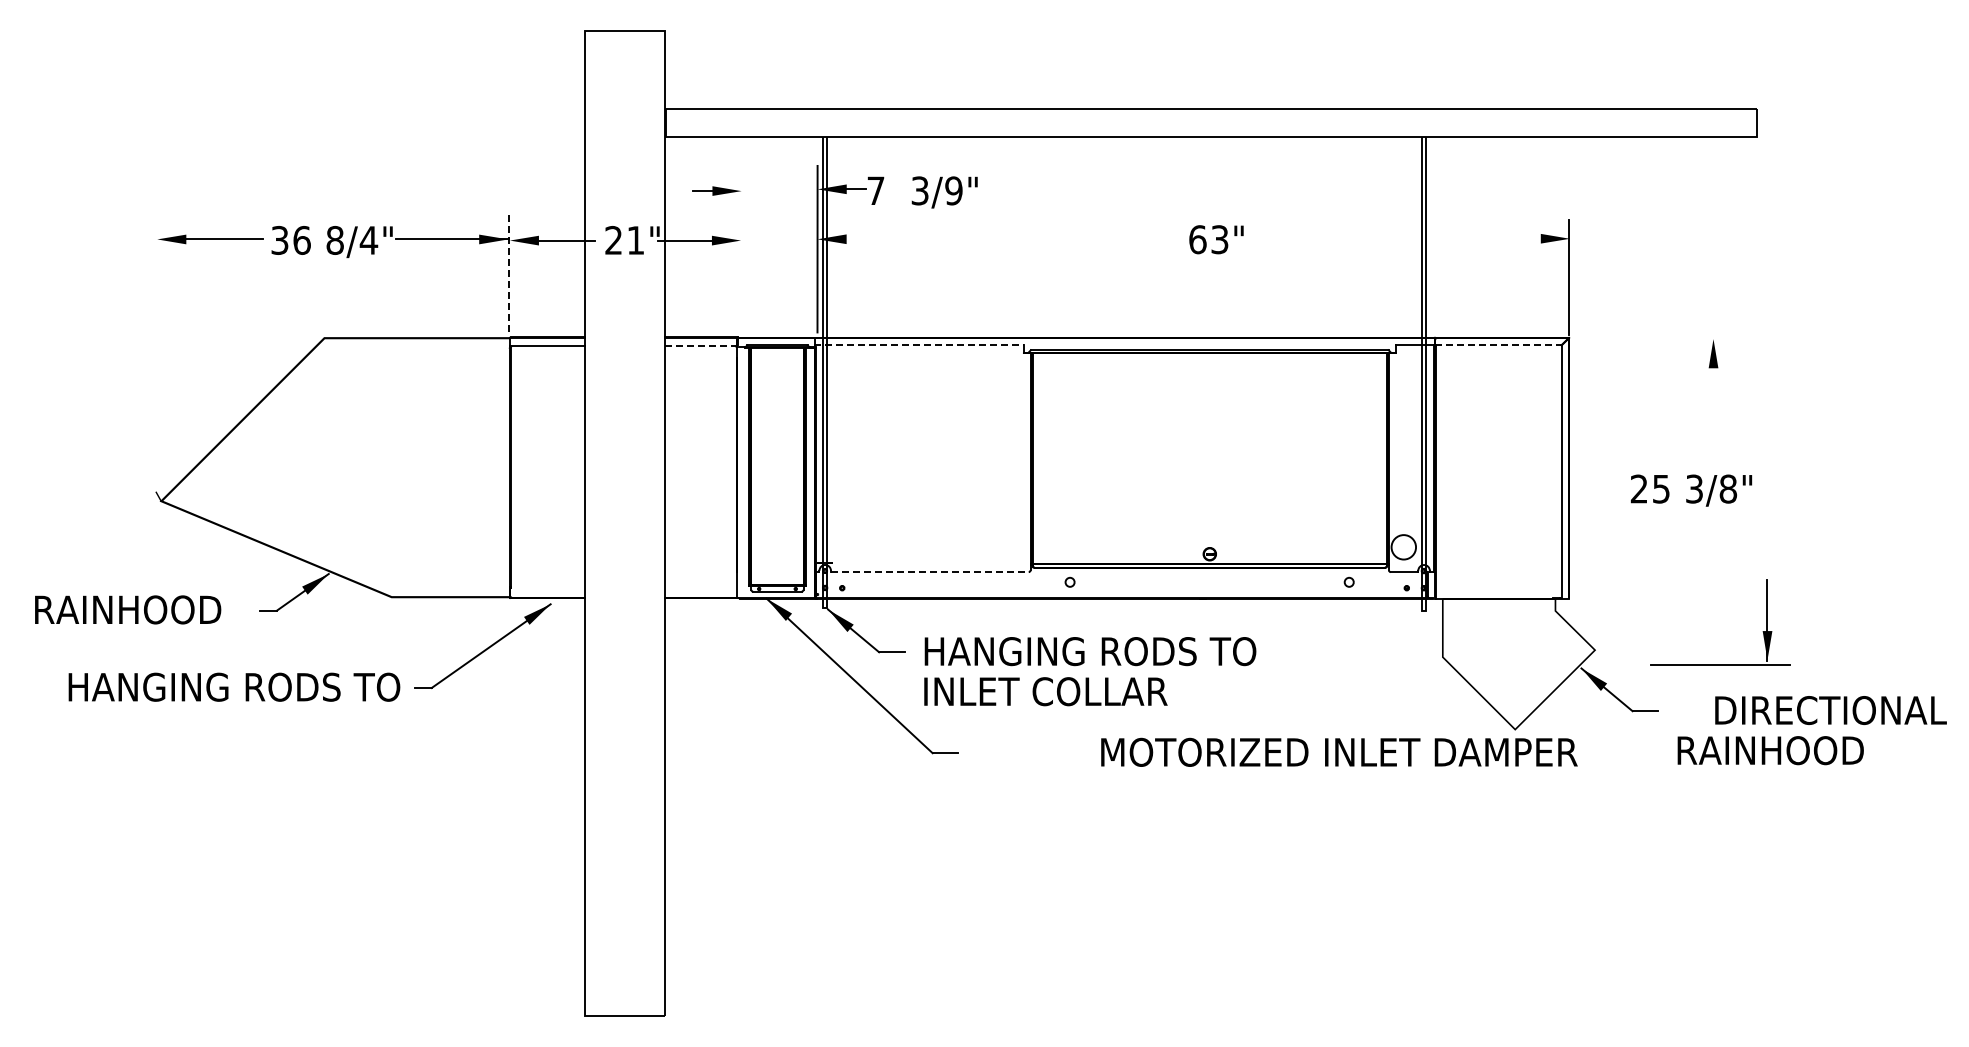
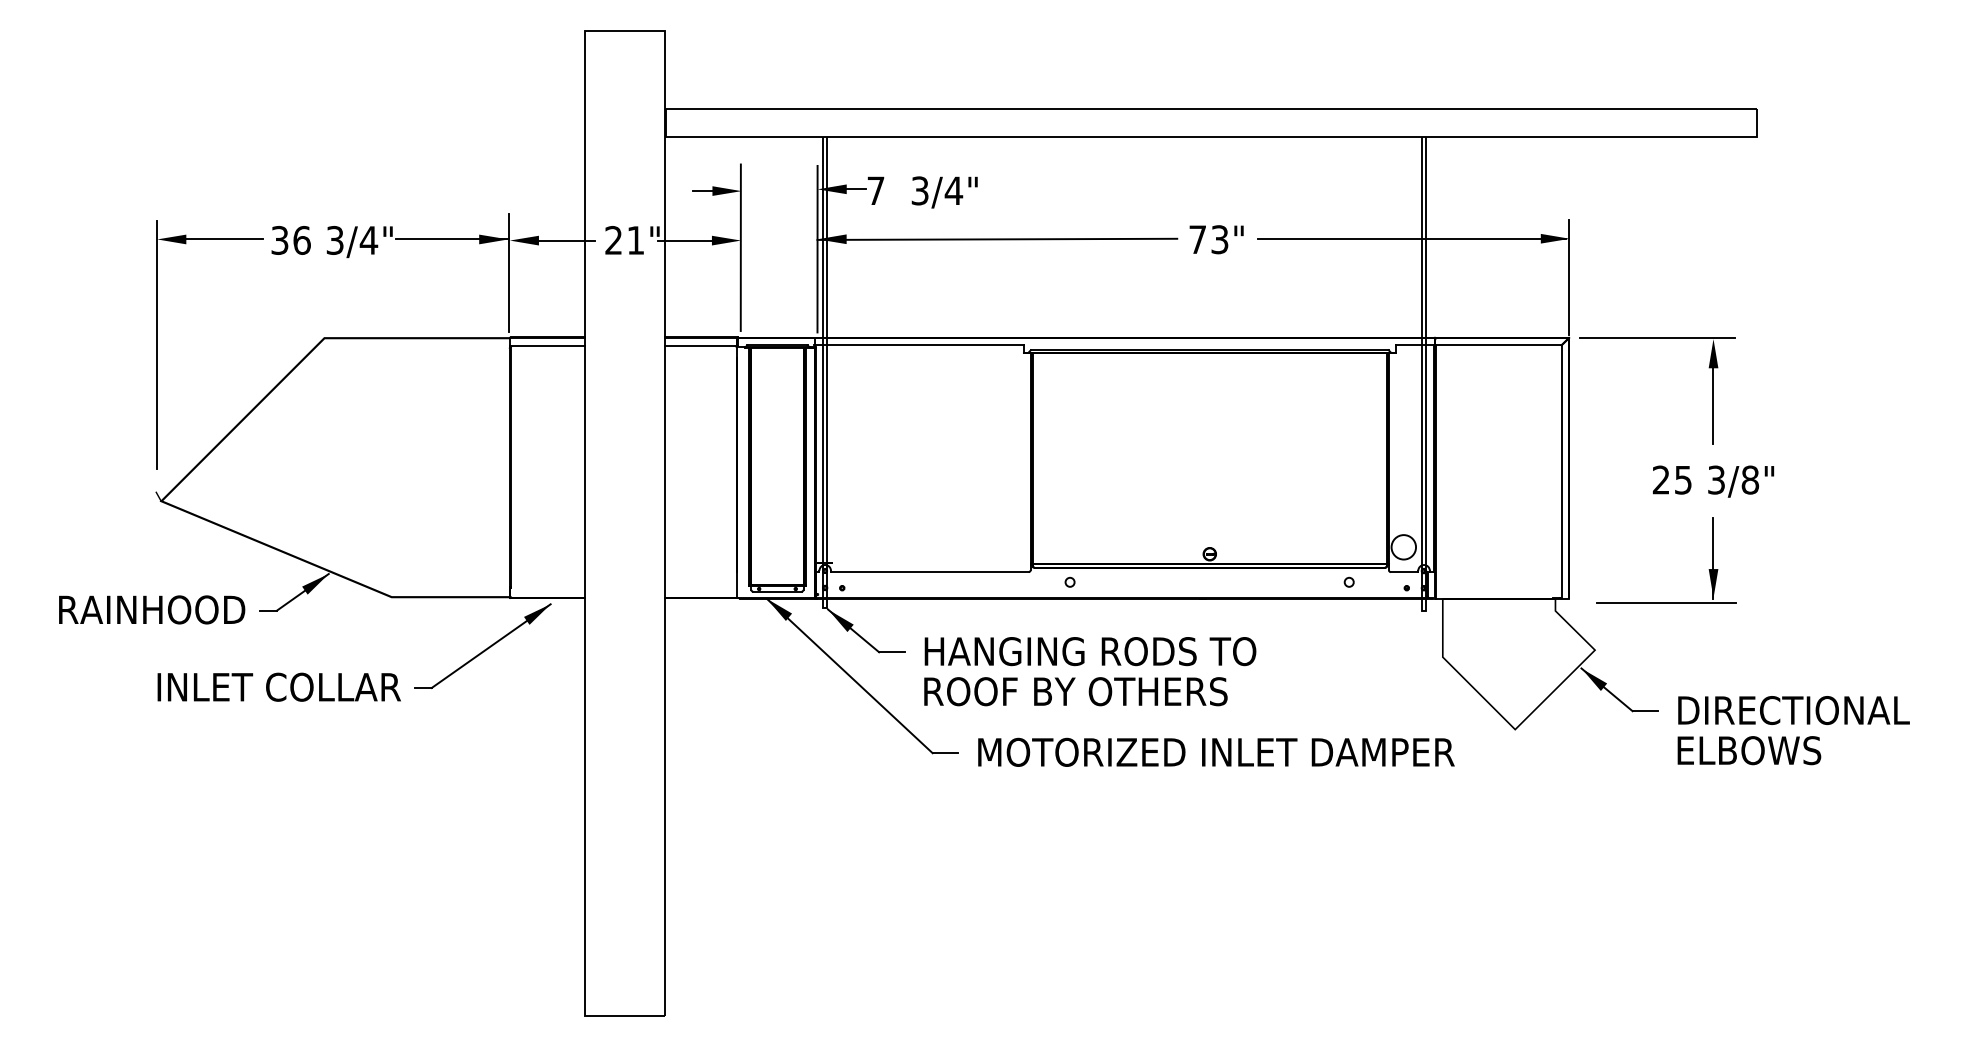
text at (953, 190): 3/9" -> 3/4"
line at (997, 238): none -> present
line at (1411, 238): none -> present
text at (1197, 239): 63" -> 73"
text at (334, 240): 8/4" -> 3/4"
line at (740, 247): none -> present
line at (509, 272): dashed -> solid
line at (1657, 337): none -> present
line at (157, 344): none -> present
line at (701, 345): dashed -> solid
line at (919, 345): dashed -> solid
line at (1498, 345): dashed -> solid
line at (1713, 406): none -> present
text at (1691, 490) position: (1691, 490) -> (1713, 481)
line at (929, 572): dashed -> solid
text at (128, 609) position: (128, 609) -> (152, 609)
part at (1720, 664) position: (1720, 664) -> (1666, 602)
text at (234, 686): HANGING RODS TO -> INLET COLLAR
text at (1077, 691): INLET COLLAR -> ROOF BY OTHERS
text at (1830, 710) position: (1830, 710) -> (1793, 710)
text at (1772, 750): RAINHOOD -> ELBOWS
text at (1339, 751) position: (1339, 751) -> (1216, 751)
